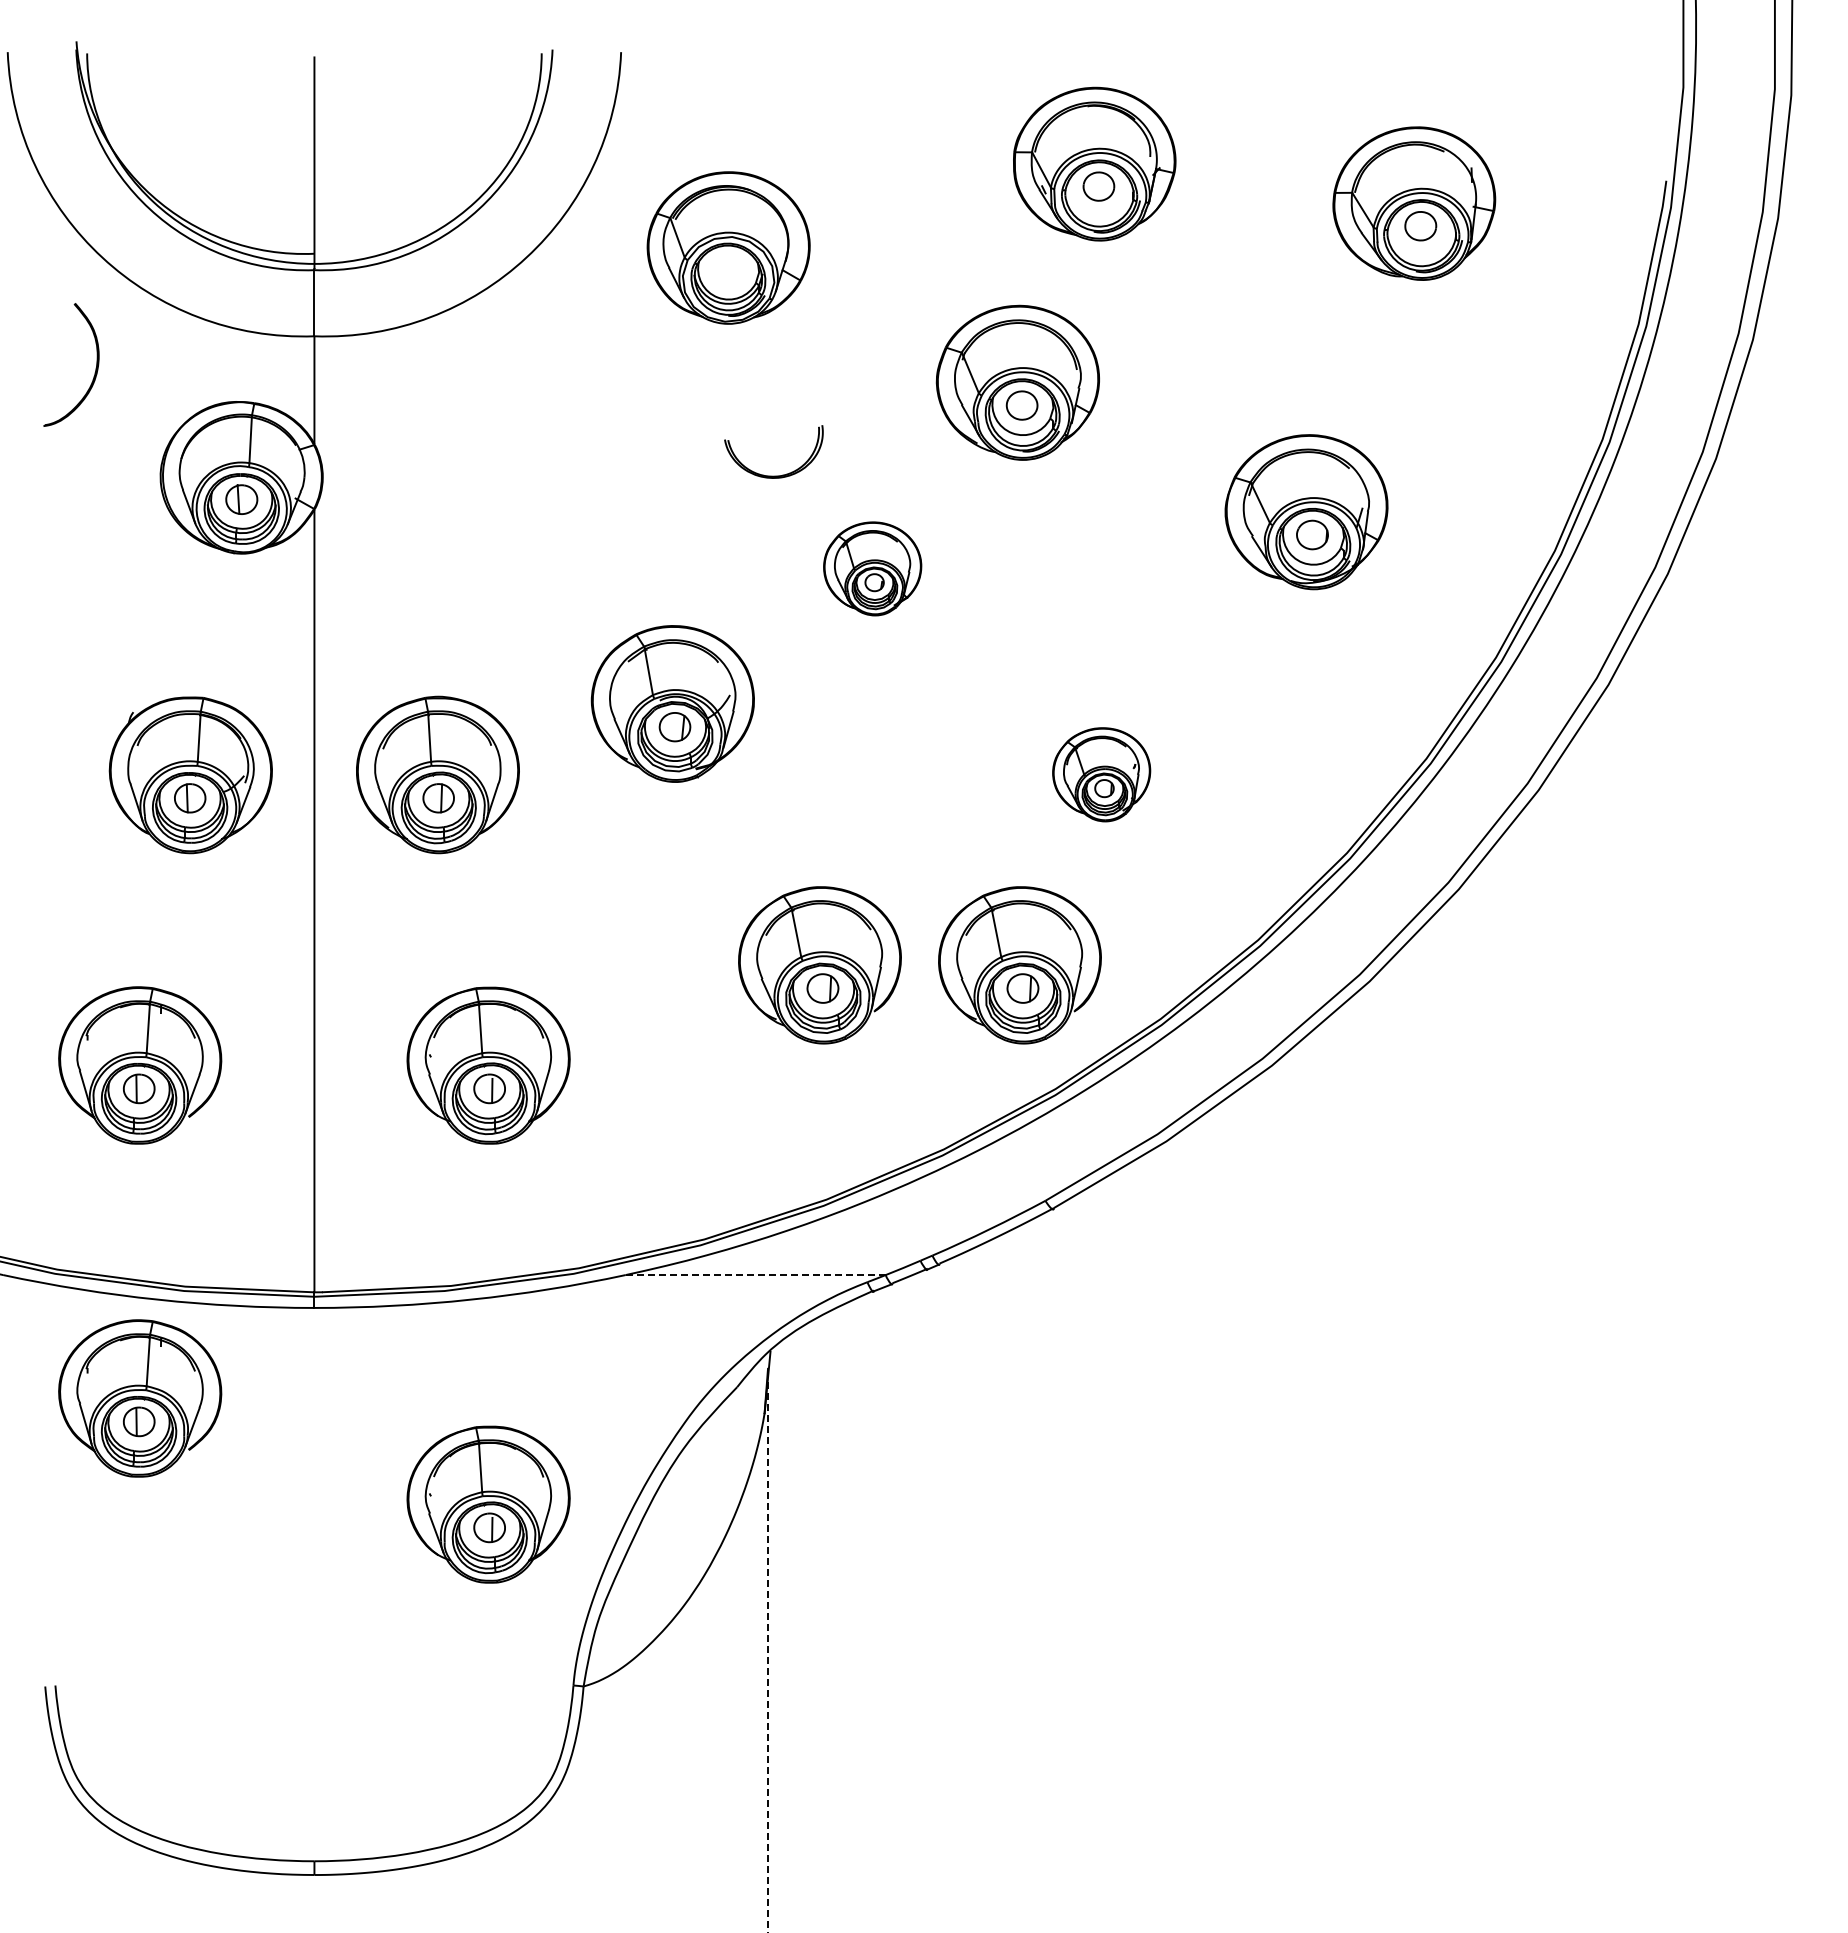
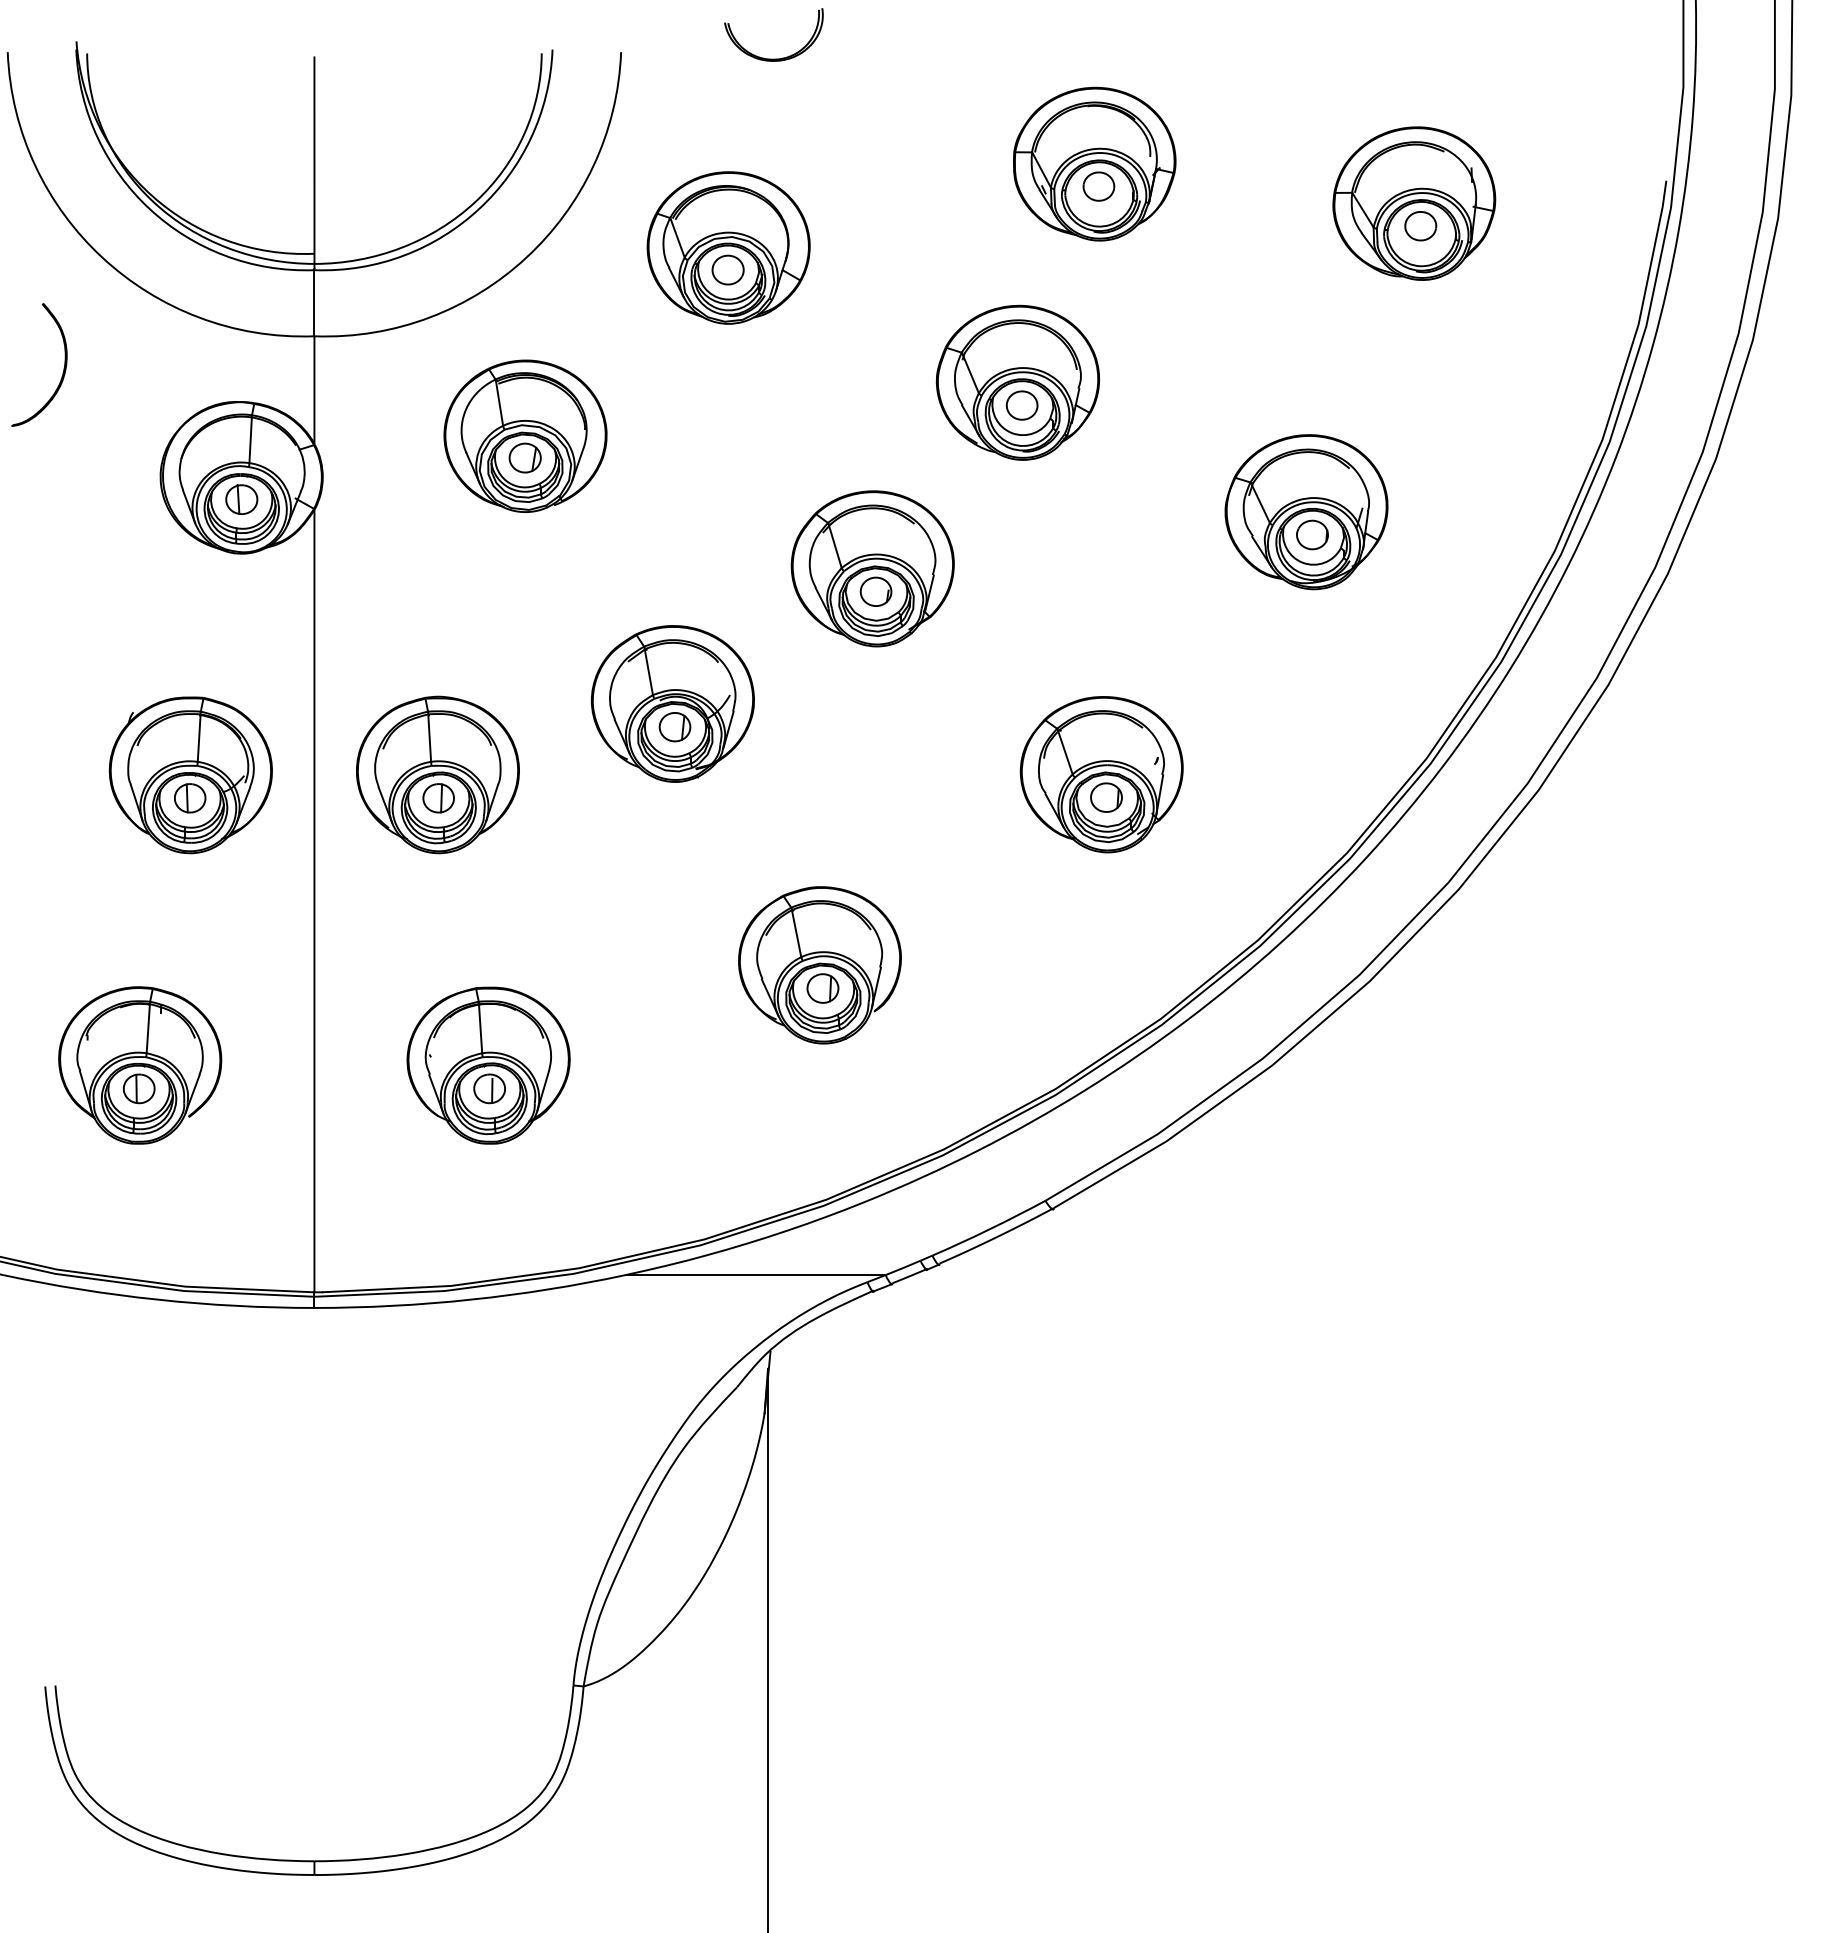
part at (727, 269): none -> present
part at (95, 368) position: (95, 368) -> (63, 368)
part at (525, 435): none -> present
part at (773, 475) position: (773, 475) -> (773, 58)
part at (872, 568) size: 100x96 px -> 165x158 px
part at (1101, 774) size: 100x96 px -> 165x158 px
part at (1019, 965): present -> none
line at (756, 1275): dashed -> solid
part at (140, 1398): present -> none
part at (488, 1504): present -> none
line at (768, 1650): dashed -> solid
